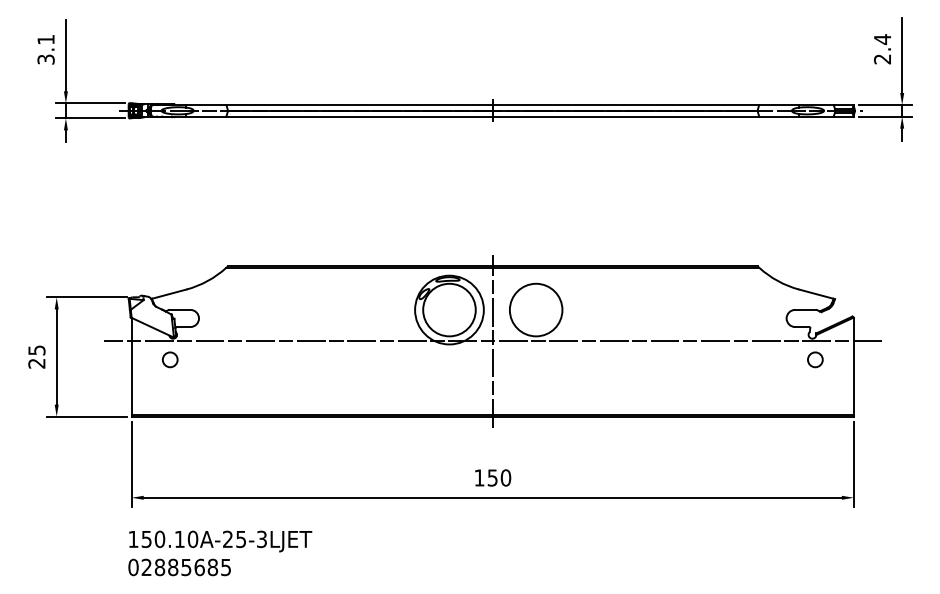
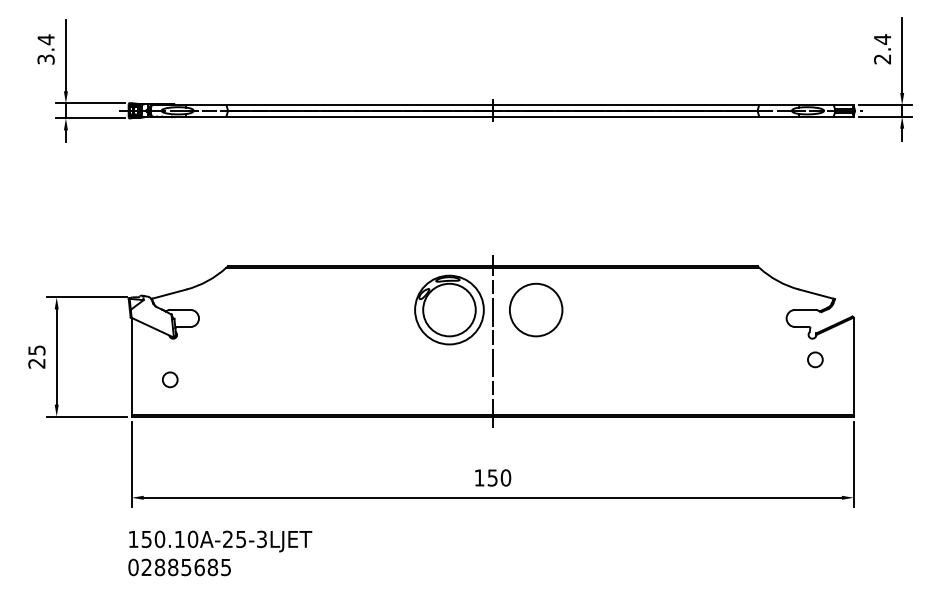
text at (45, 39): 3.1 -> 3.4
line at (492, 341): present -> none
circle at (170, 359) position: (170, 359) -> (170, 379)
